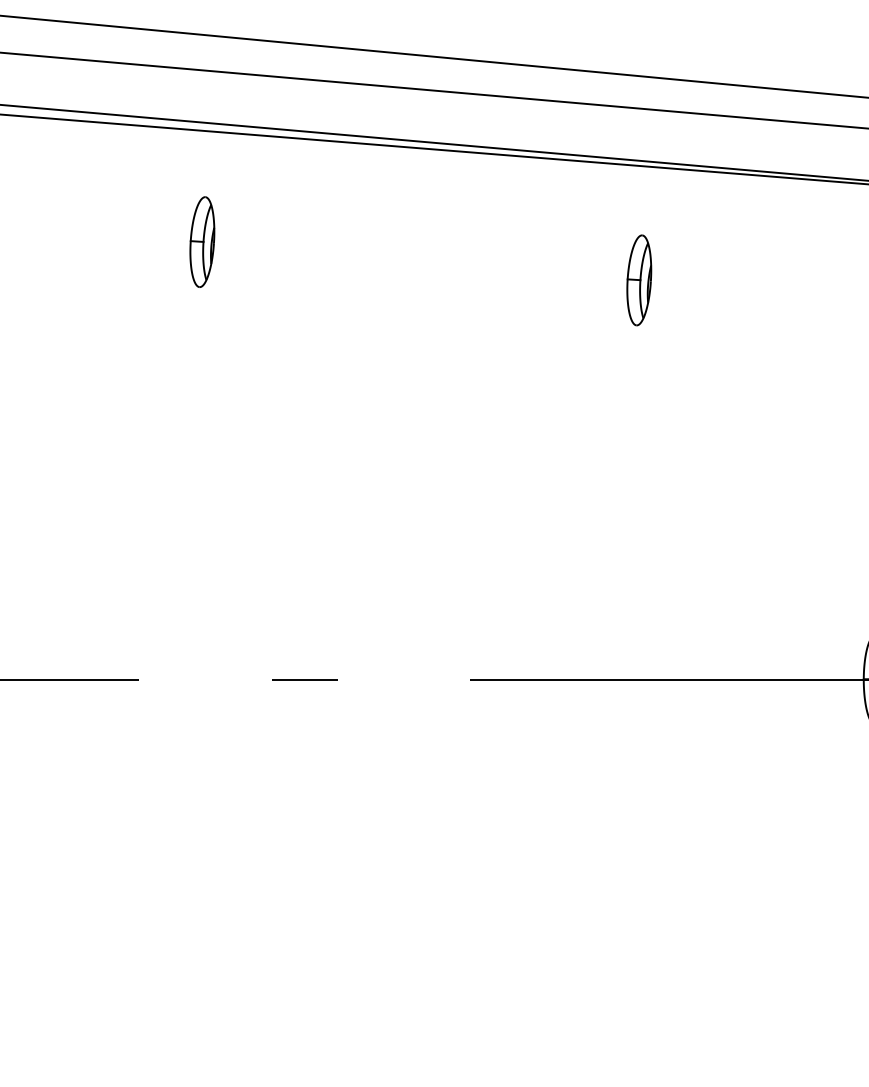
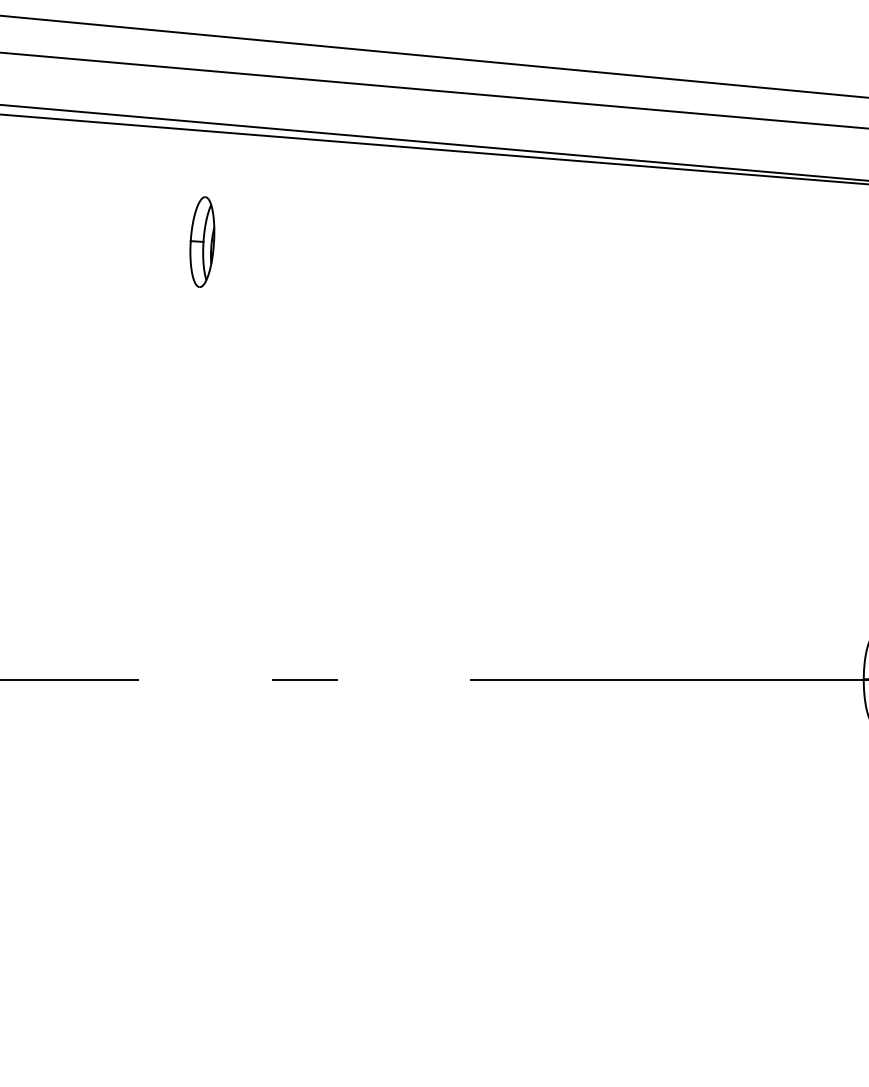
part at (639, 280): present -> none
